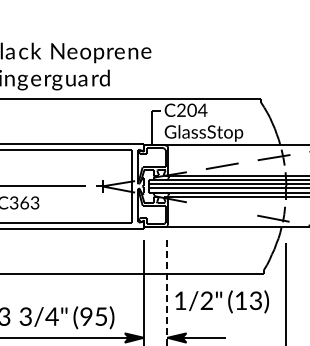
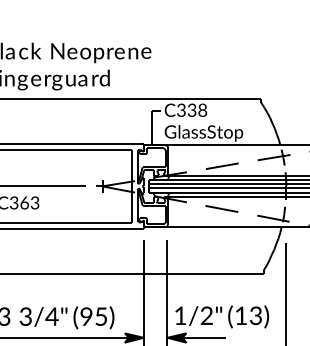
text at (192, 109): C204 -> C338
line at (221, 208): none -> present
line at (167, 292): dashed -> solid
text at (221, 301) position: (221, 301) -> (221, 316)
